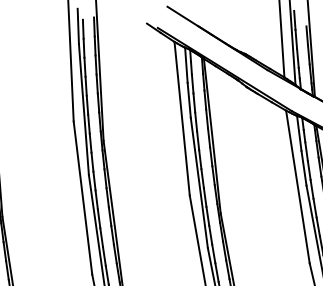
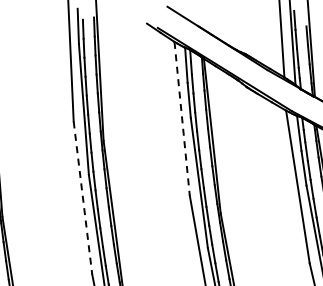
line at (182, 119): solid -> dashed
line at (83, 198): solid -> dashed
